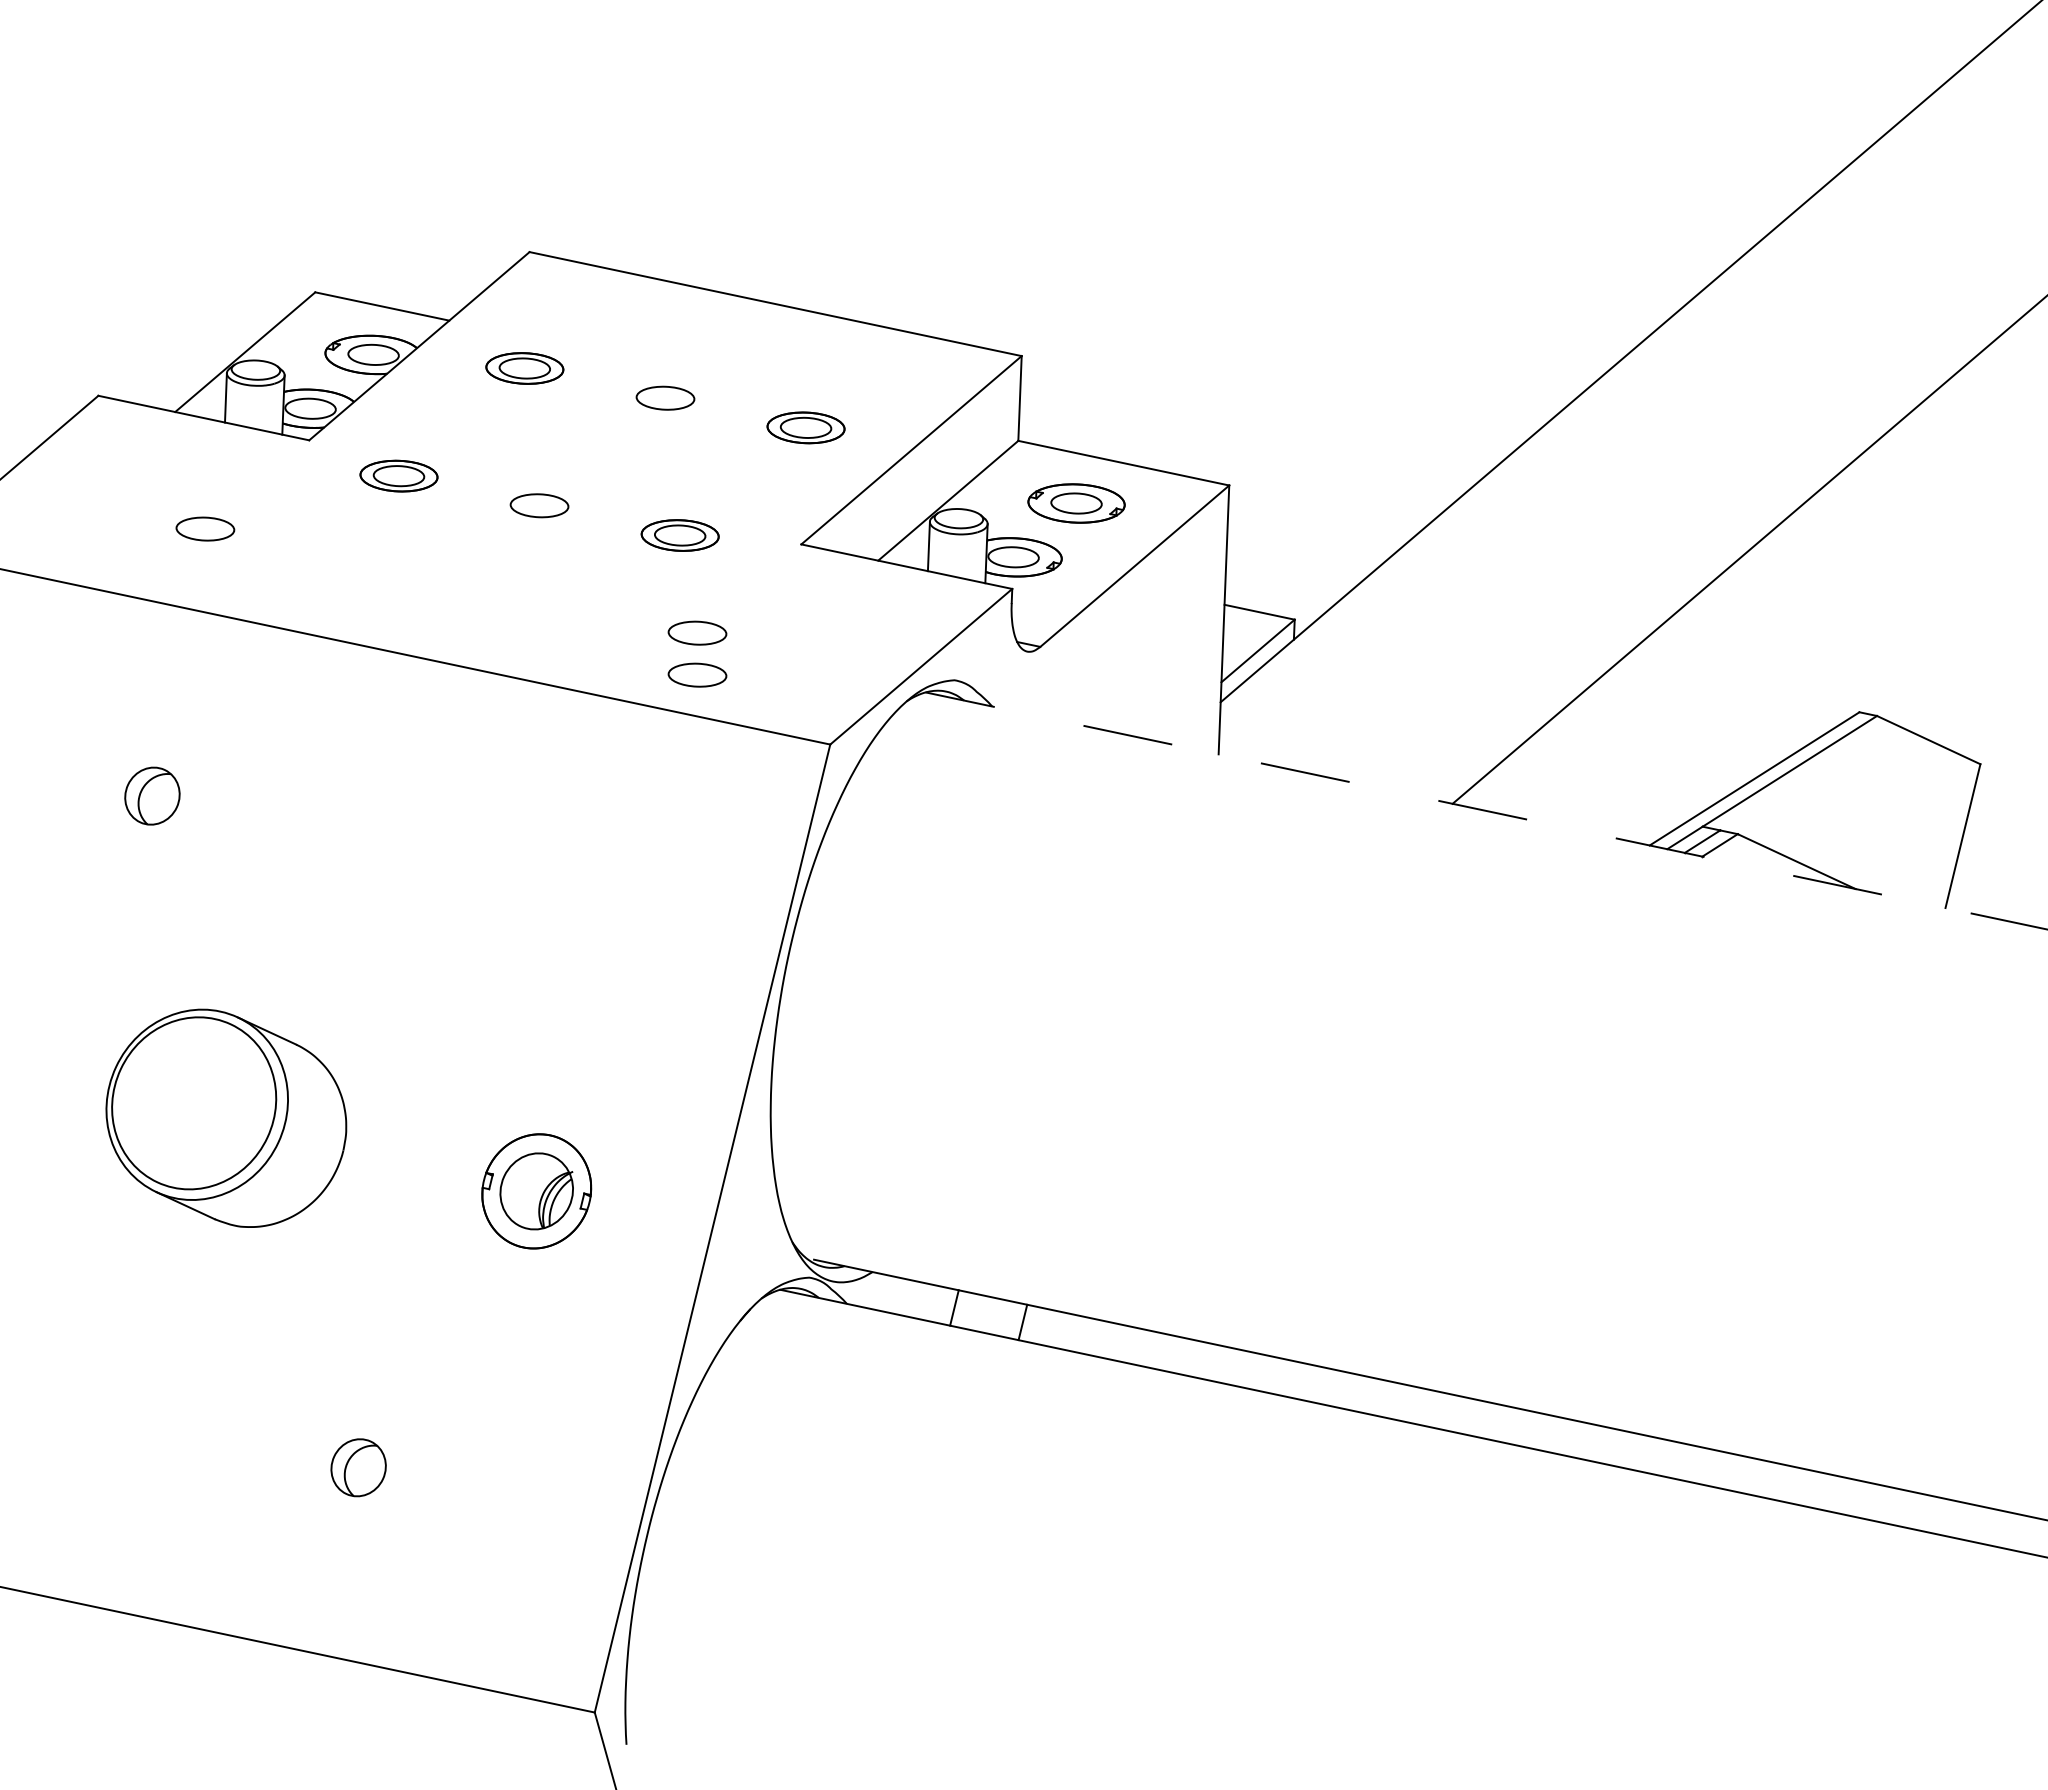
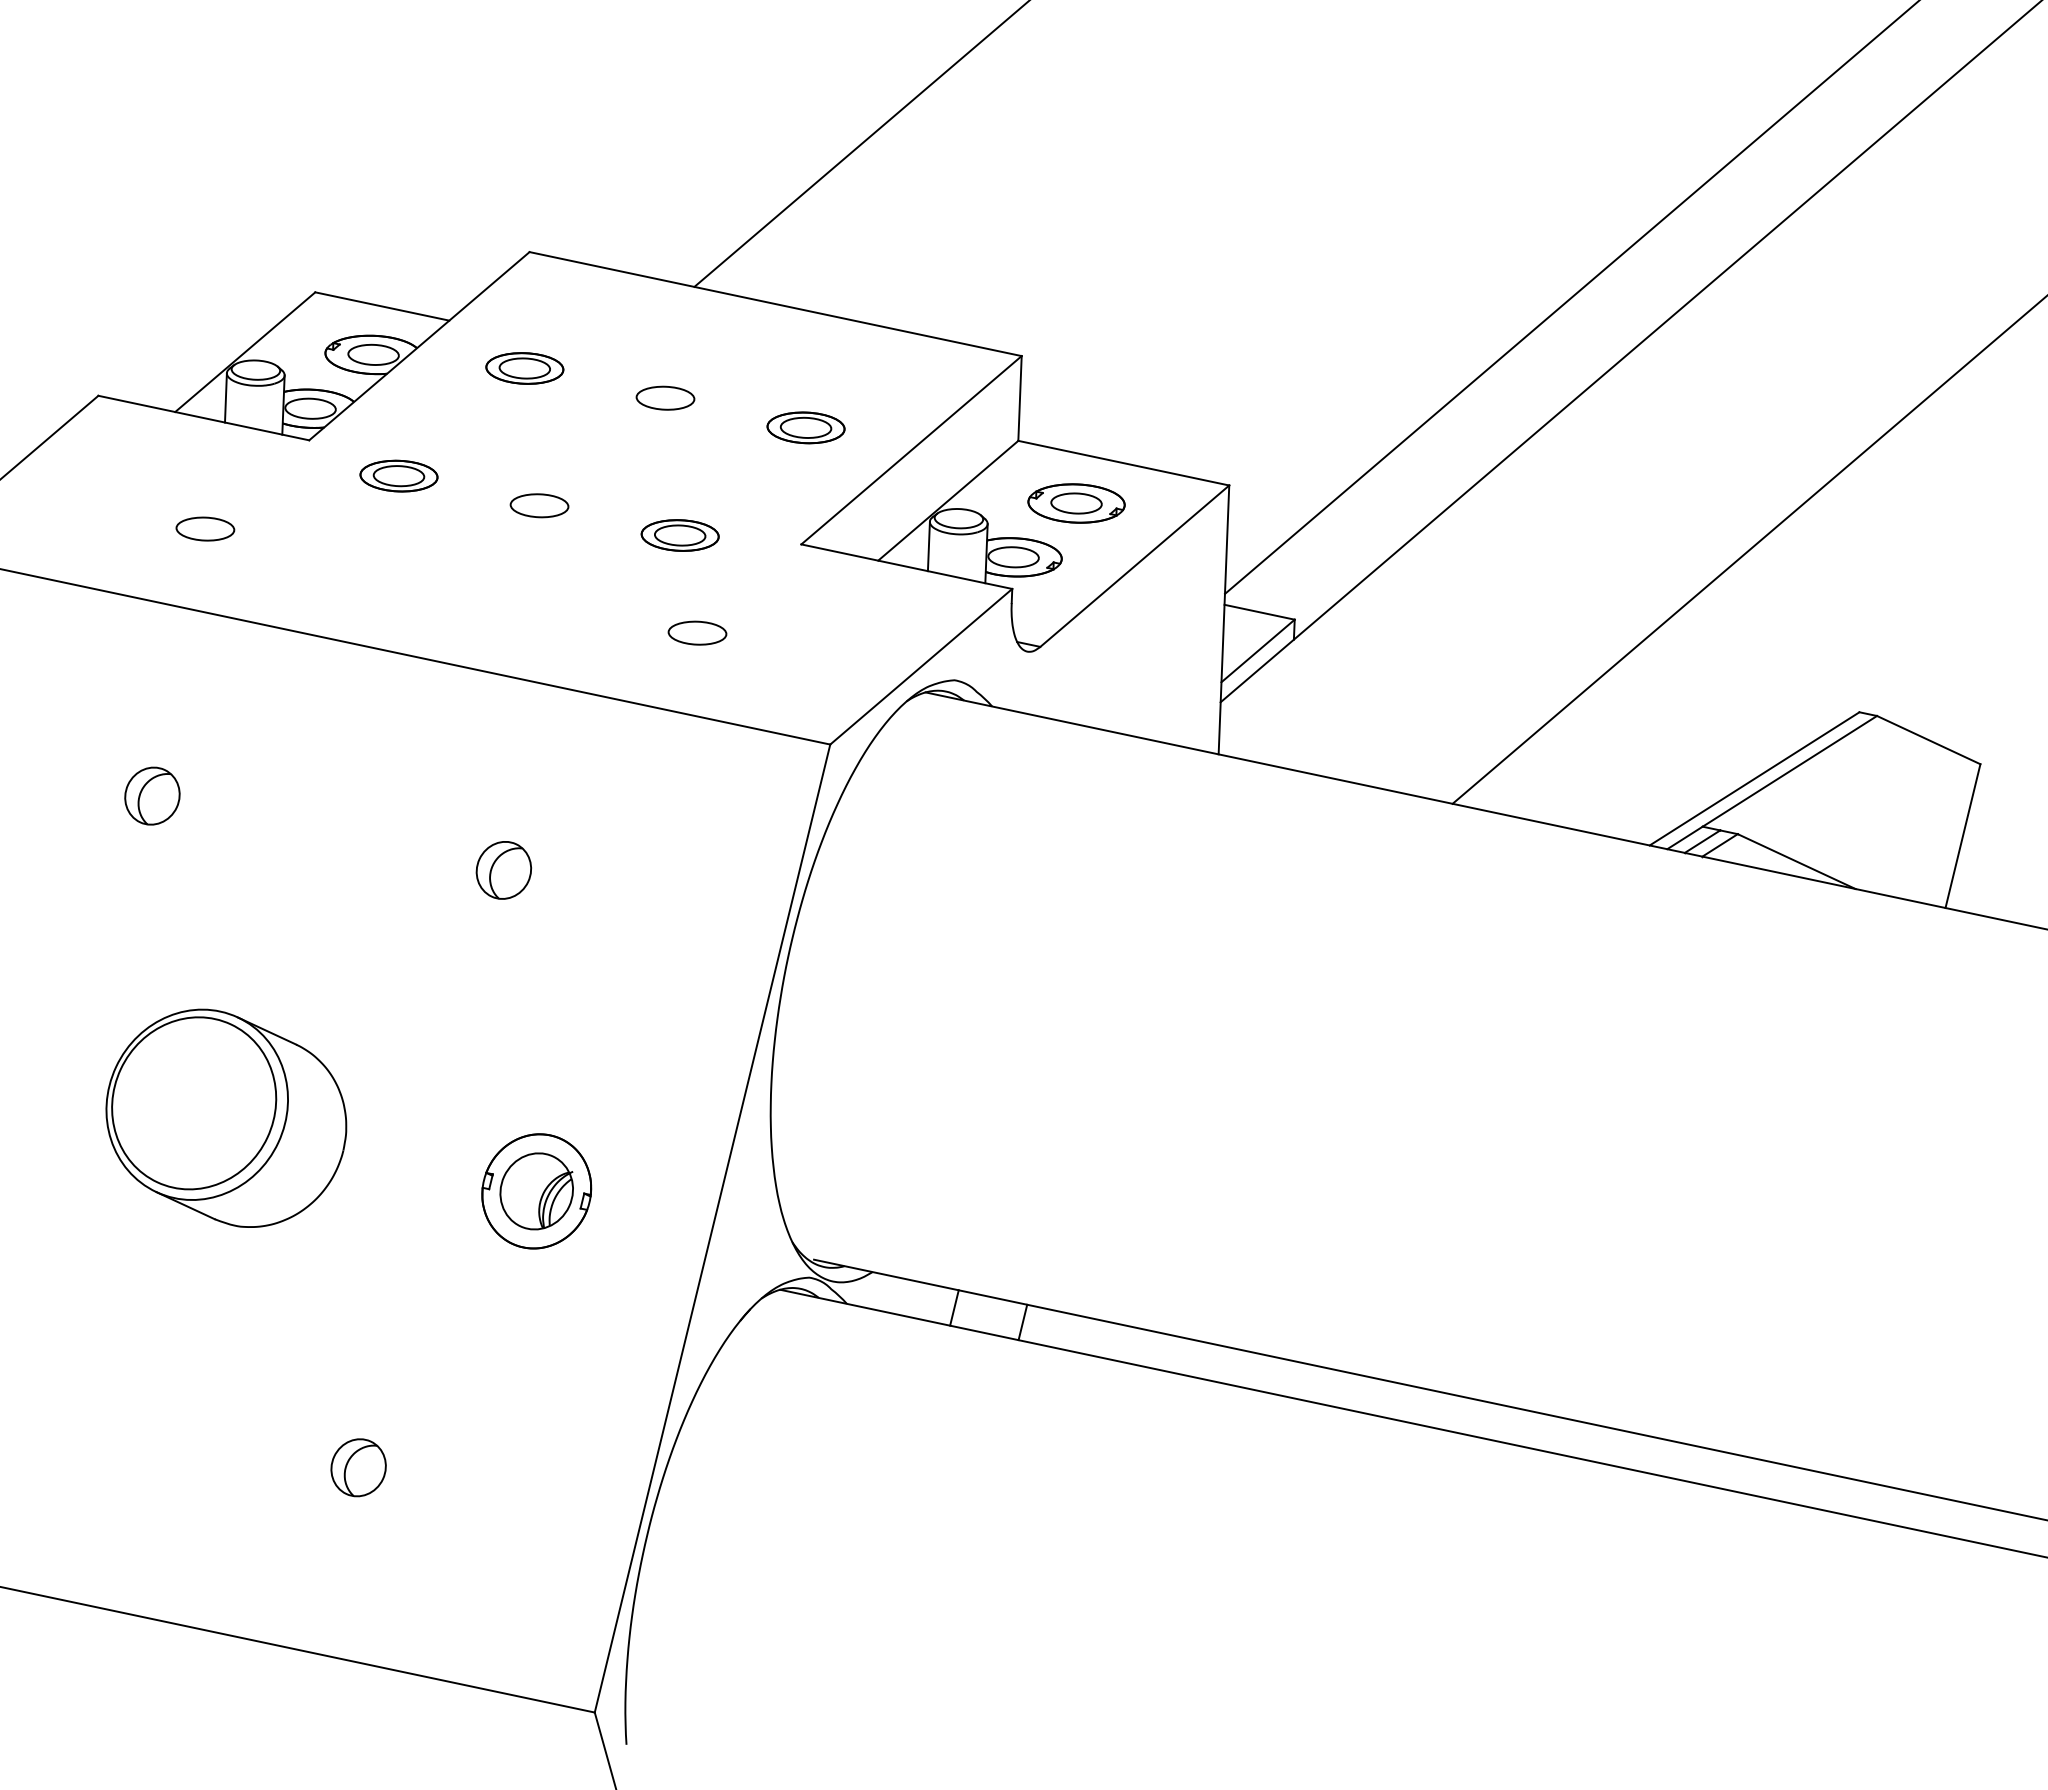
line at (860, 144): none -> present
line at (1570, 297): none -> present
part at (697, 674): present -> none
line at (1486, 810): dashed -> solid
part at (503, 870): none -> present
